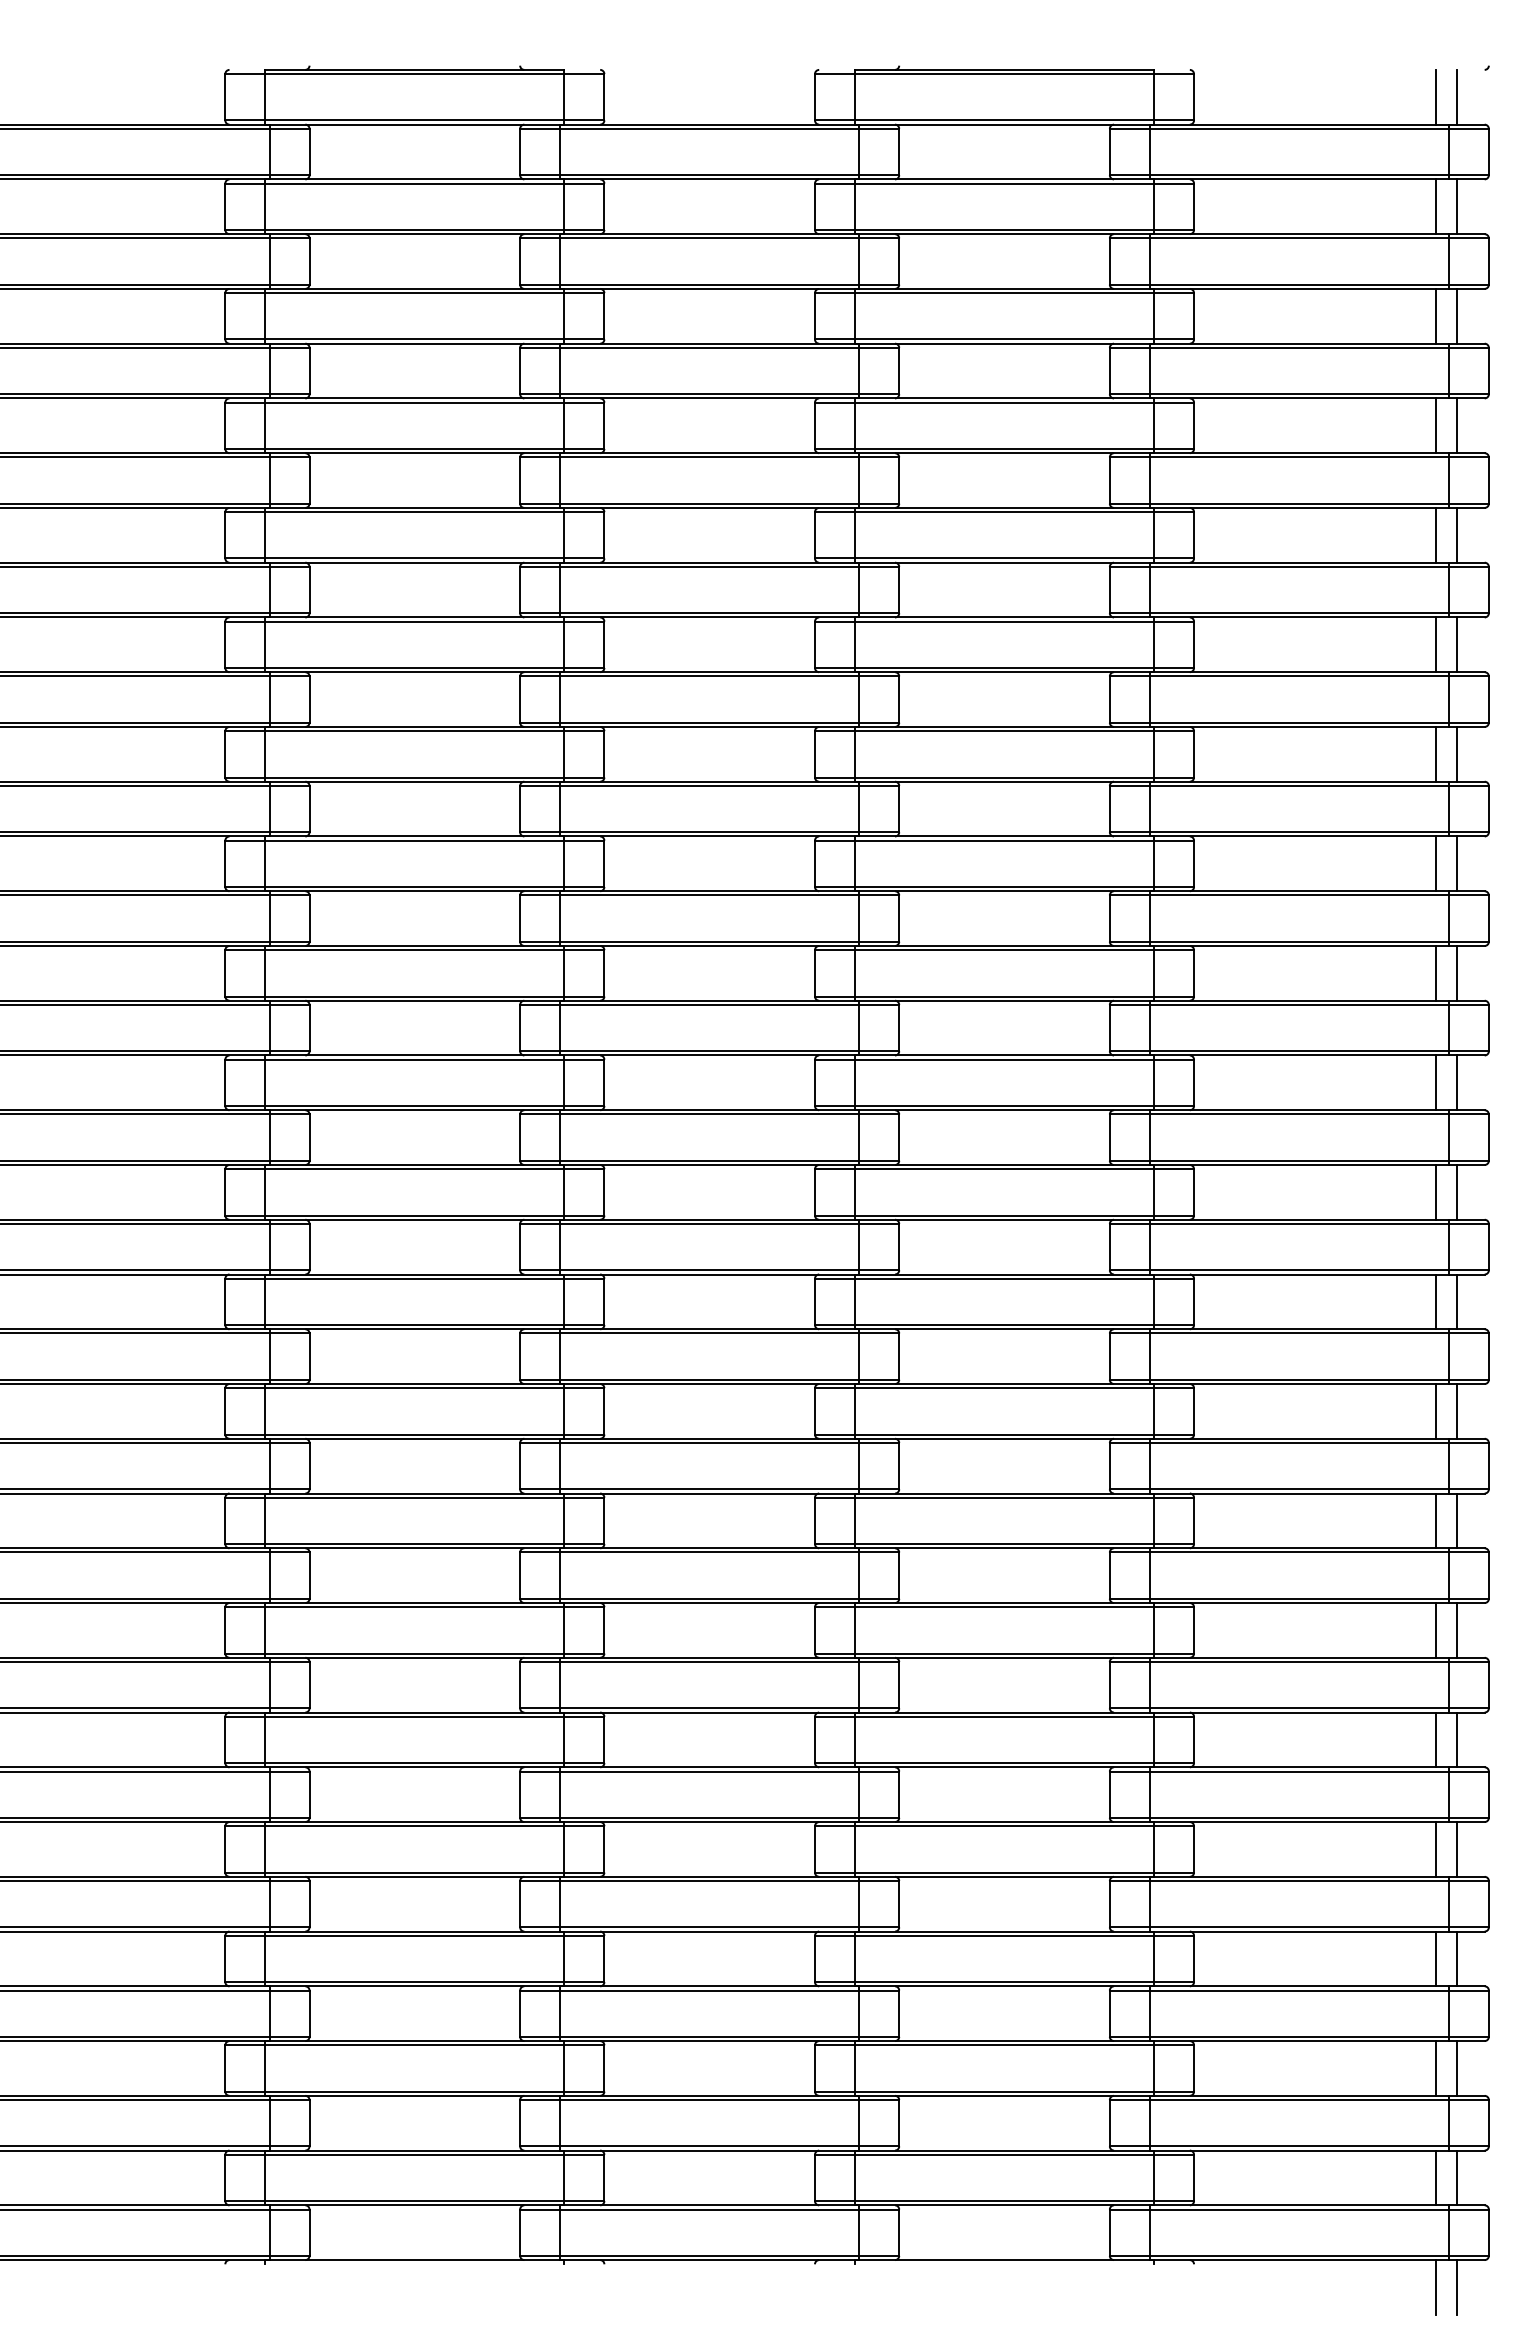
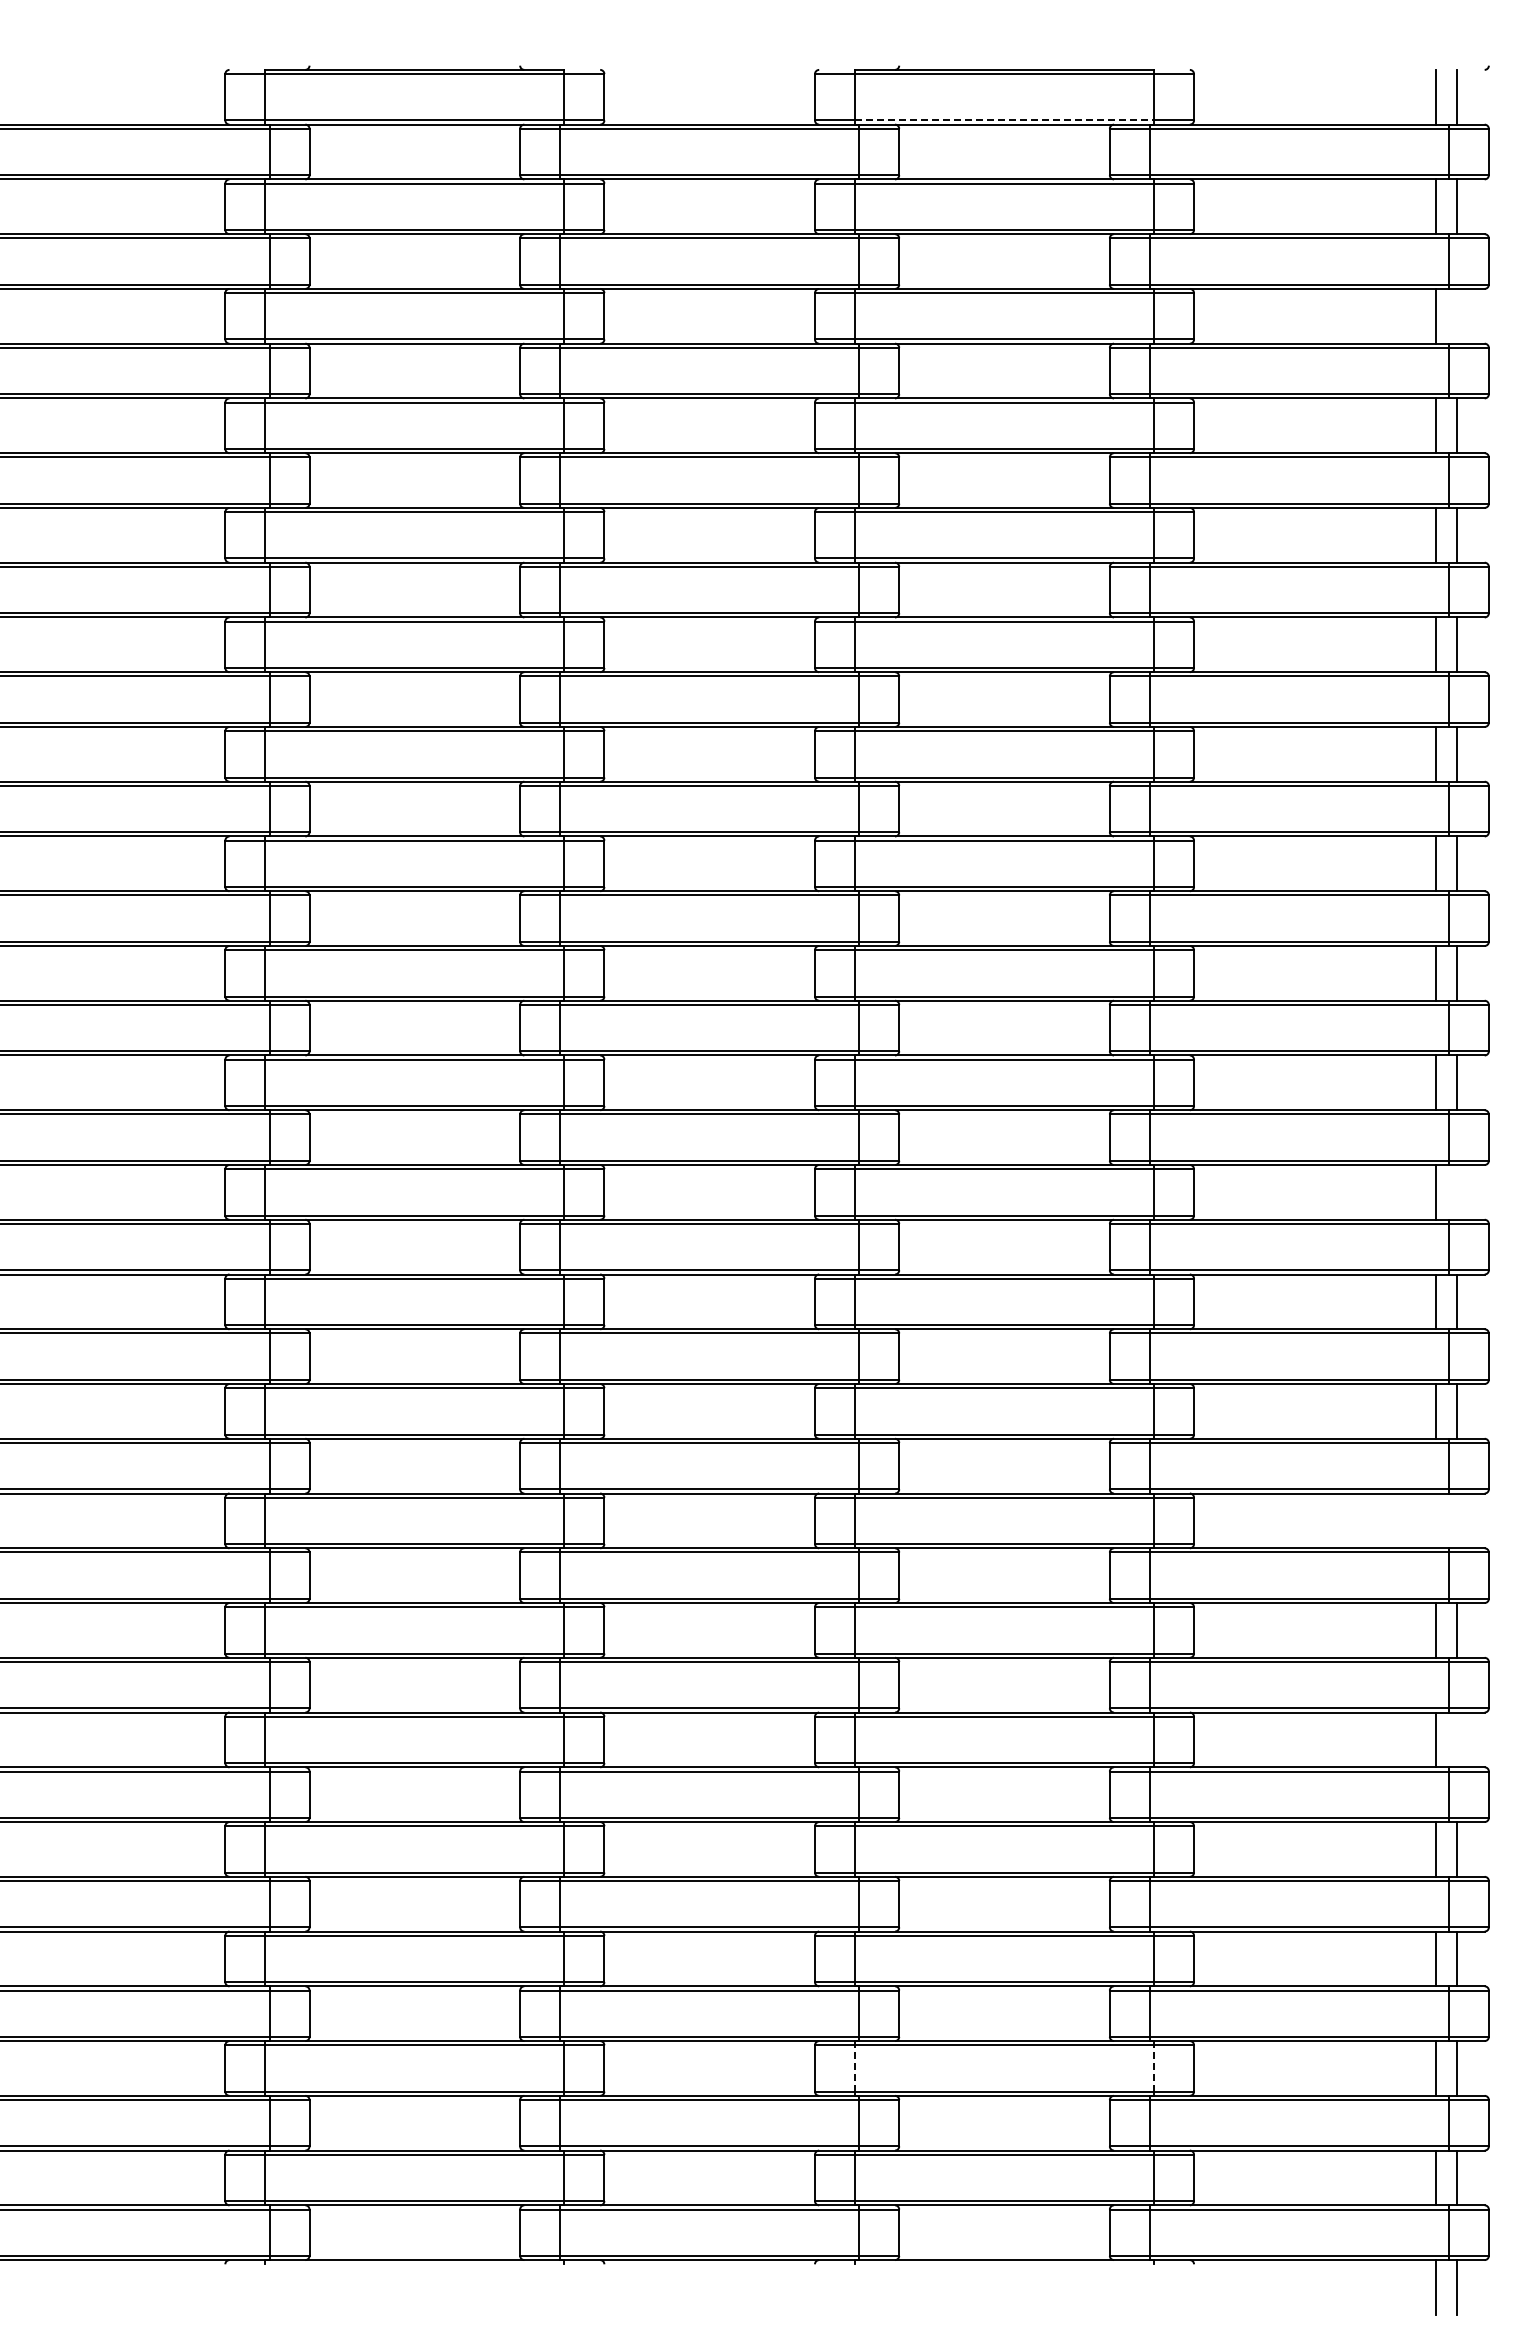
line at (1004, 120): solid -> dashed
line at (1457, 315): present -> none
line at (1457, 1192): present -> none
line at (1436, 1520): present -> none
line at (1457, 1520): present -> none
line at (1457, 1739): present -> none
line at (855, 2067): solid -> dashed
line at (1154, 2067): solid -> dashed
